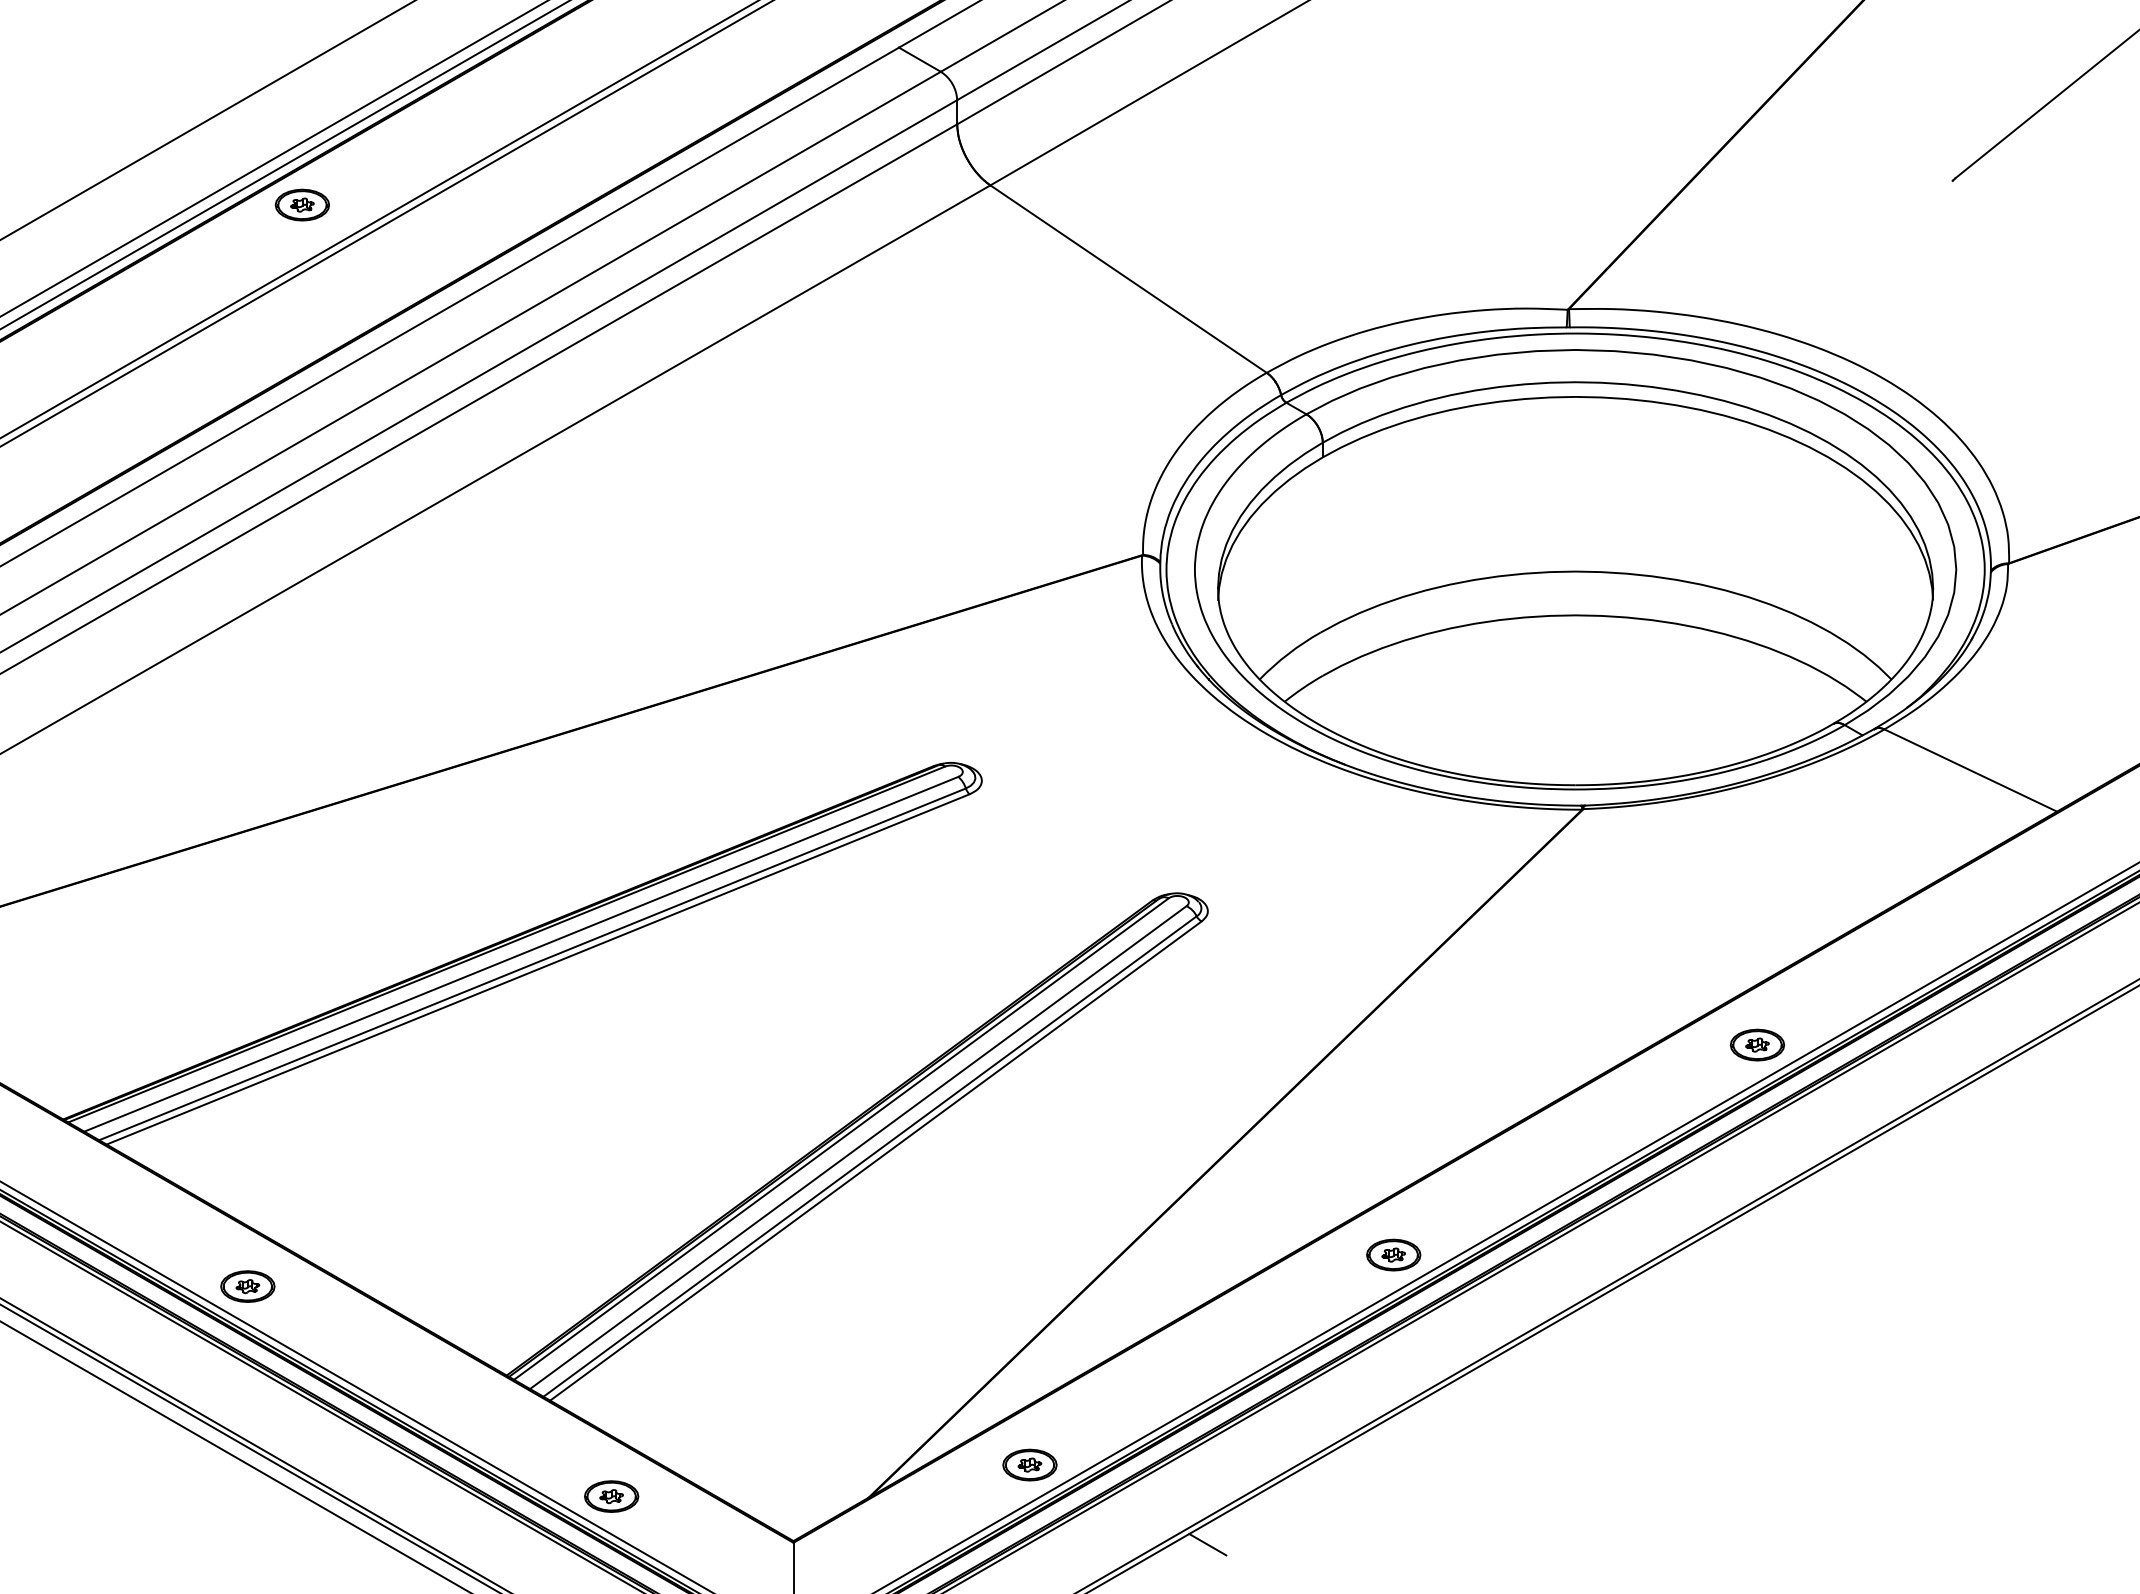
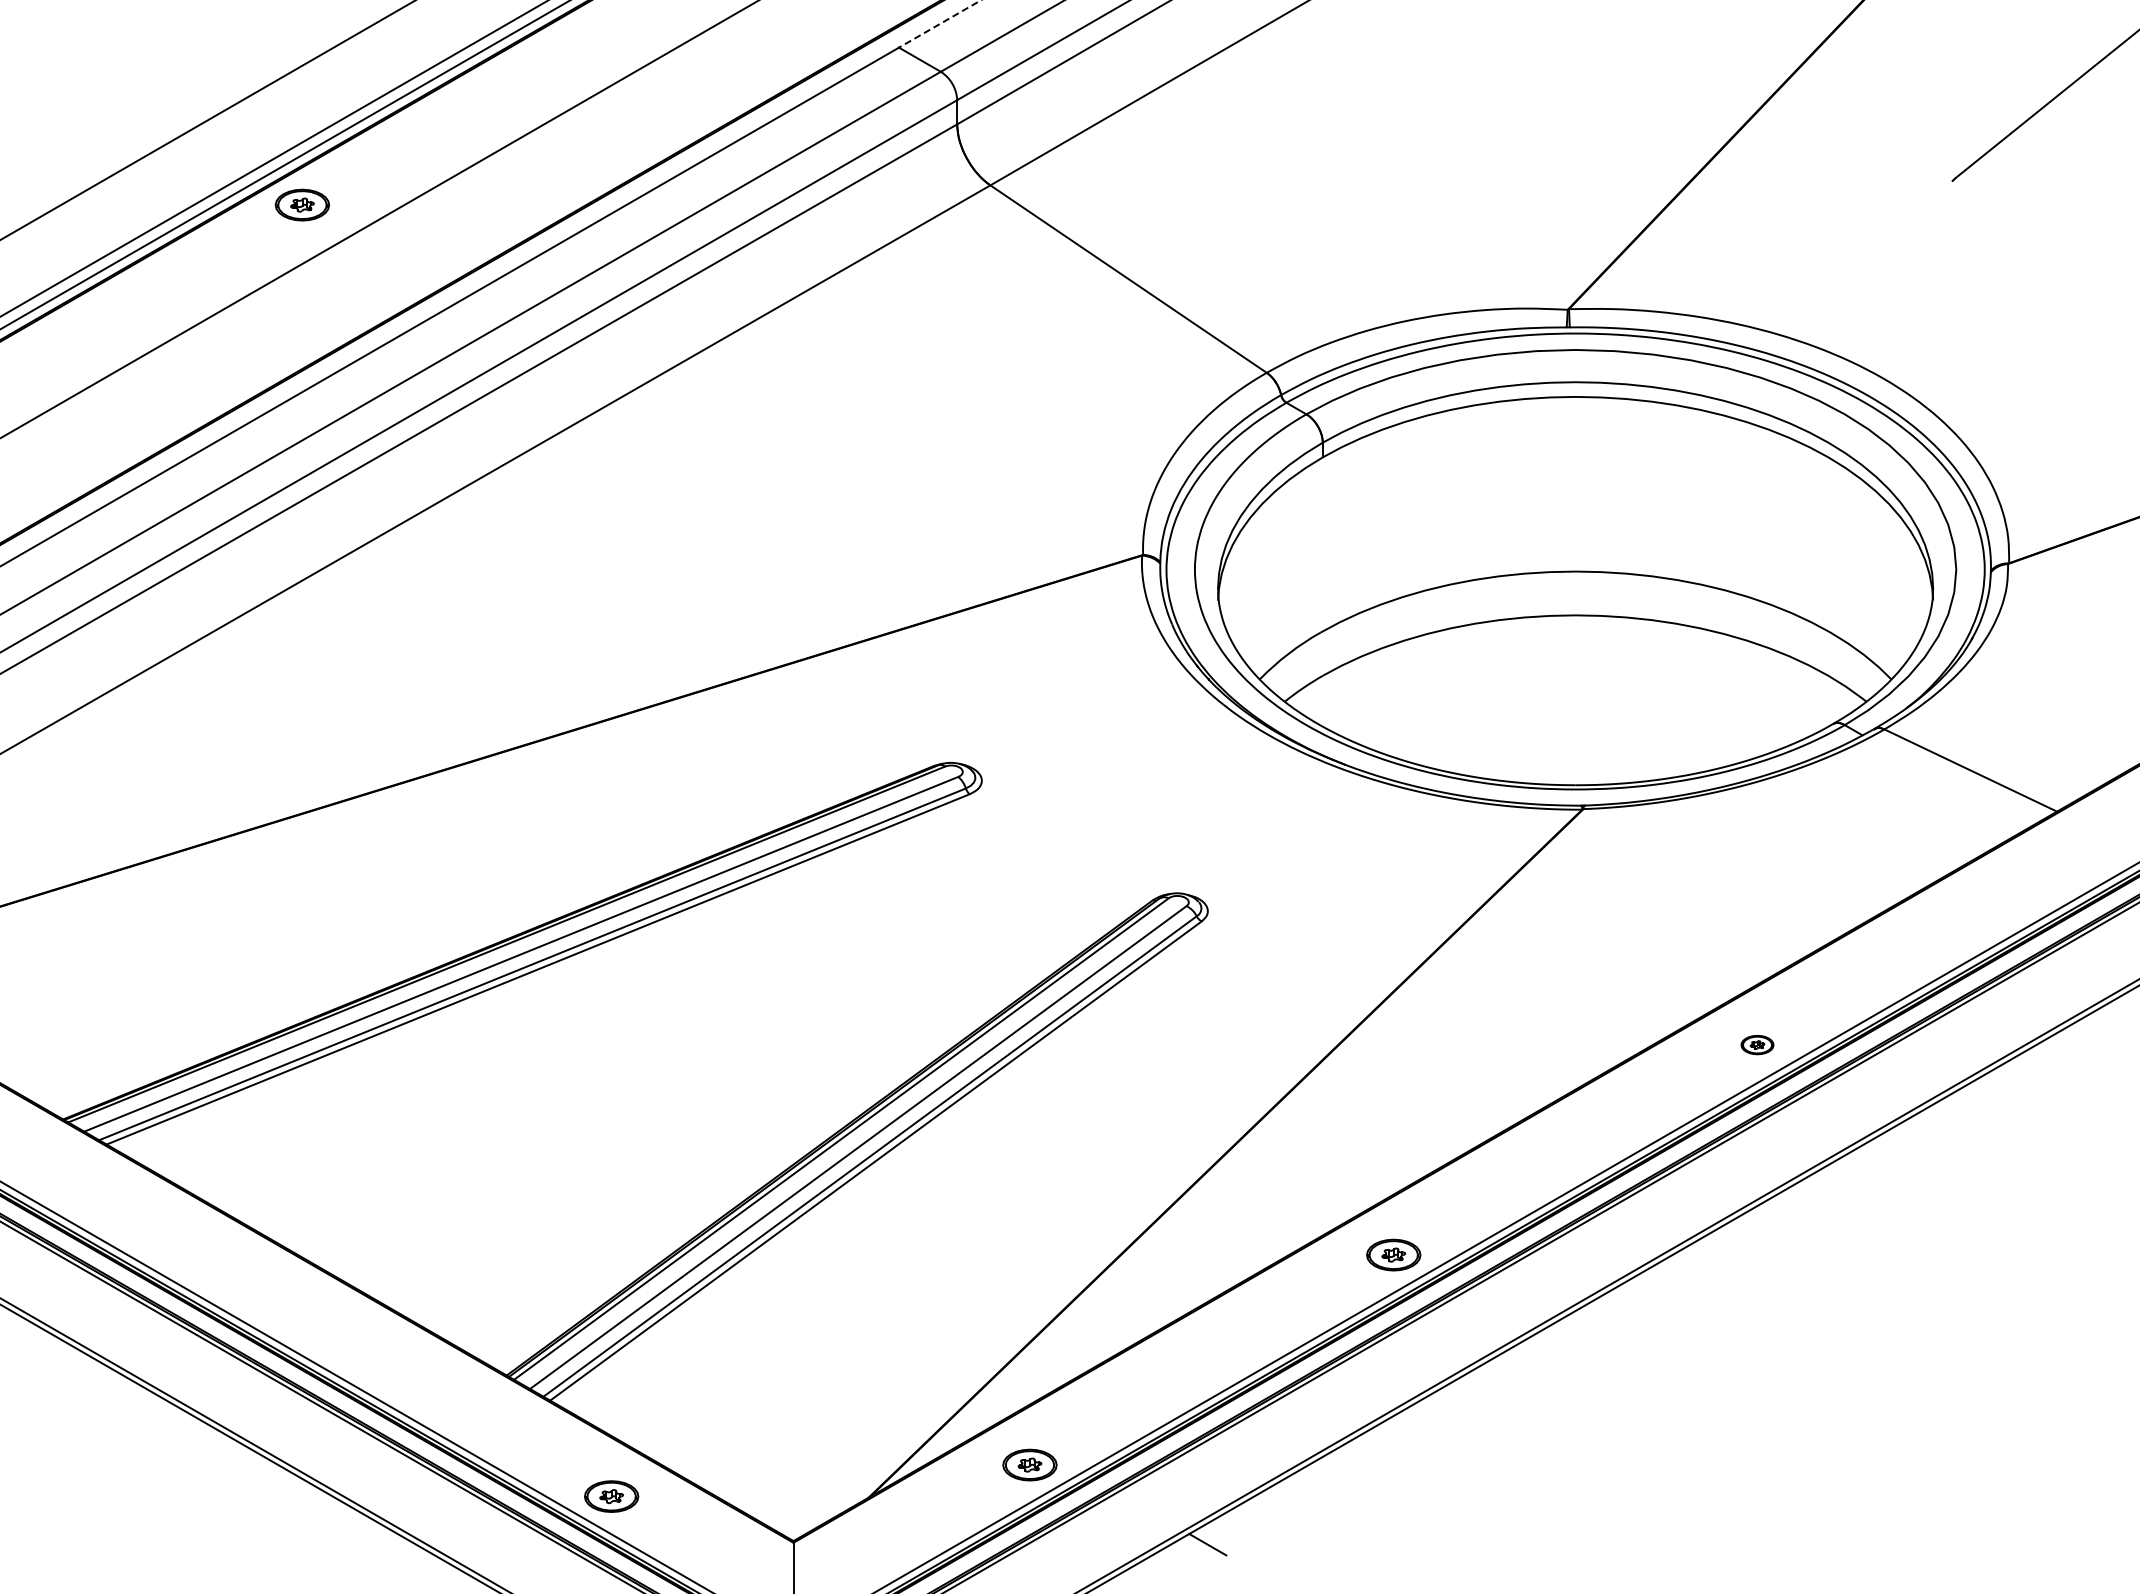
line at (939, 24): solid -> dashed
line at (386, 223): present -> none
part at (1757, 1044) size: 57x34 px -> 35x22 px
part at (247, 1286): present -> none
line at (234, 1456): present -> none
